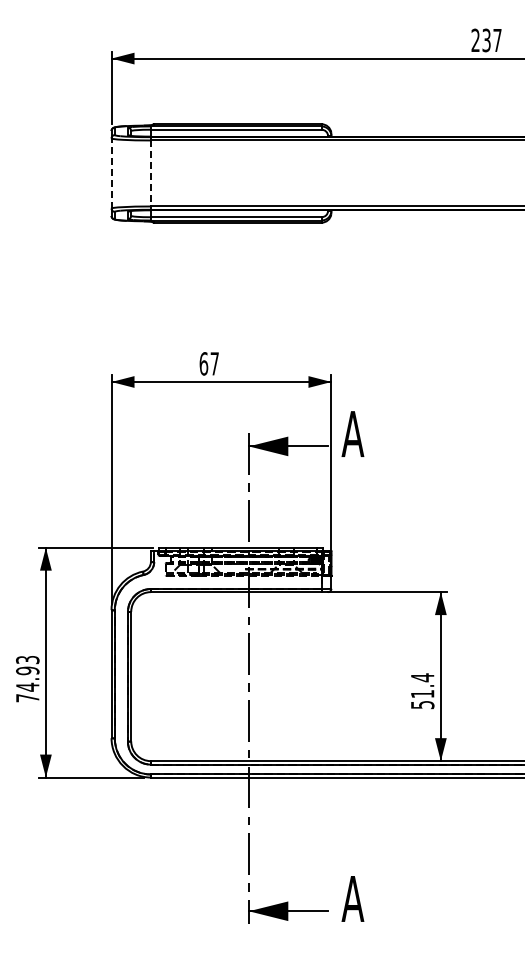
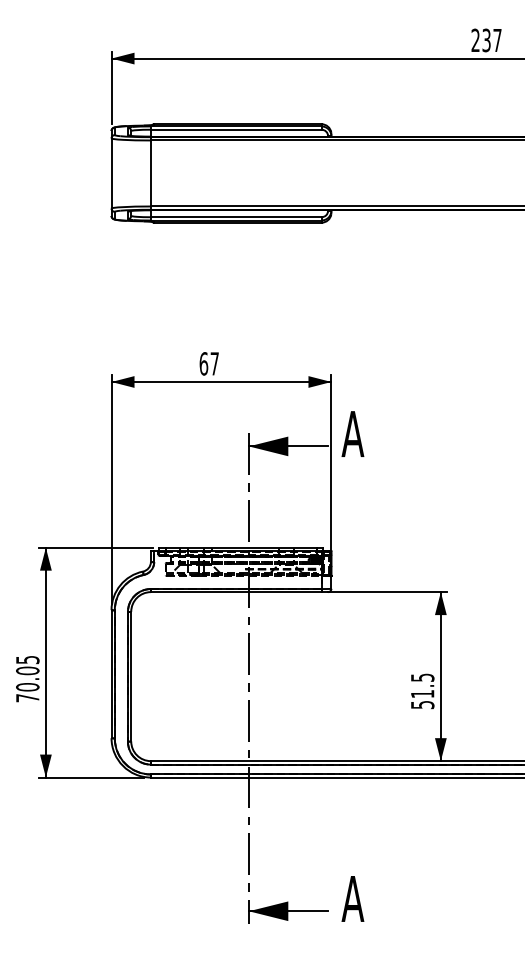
line at (111, 172): dashed -> solid
line at (150, 173): dashed -> solid
text at (27, 673): 74.93 -> 70.05
text at (422, 677): 51.4 -> 51.5
